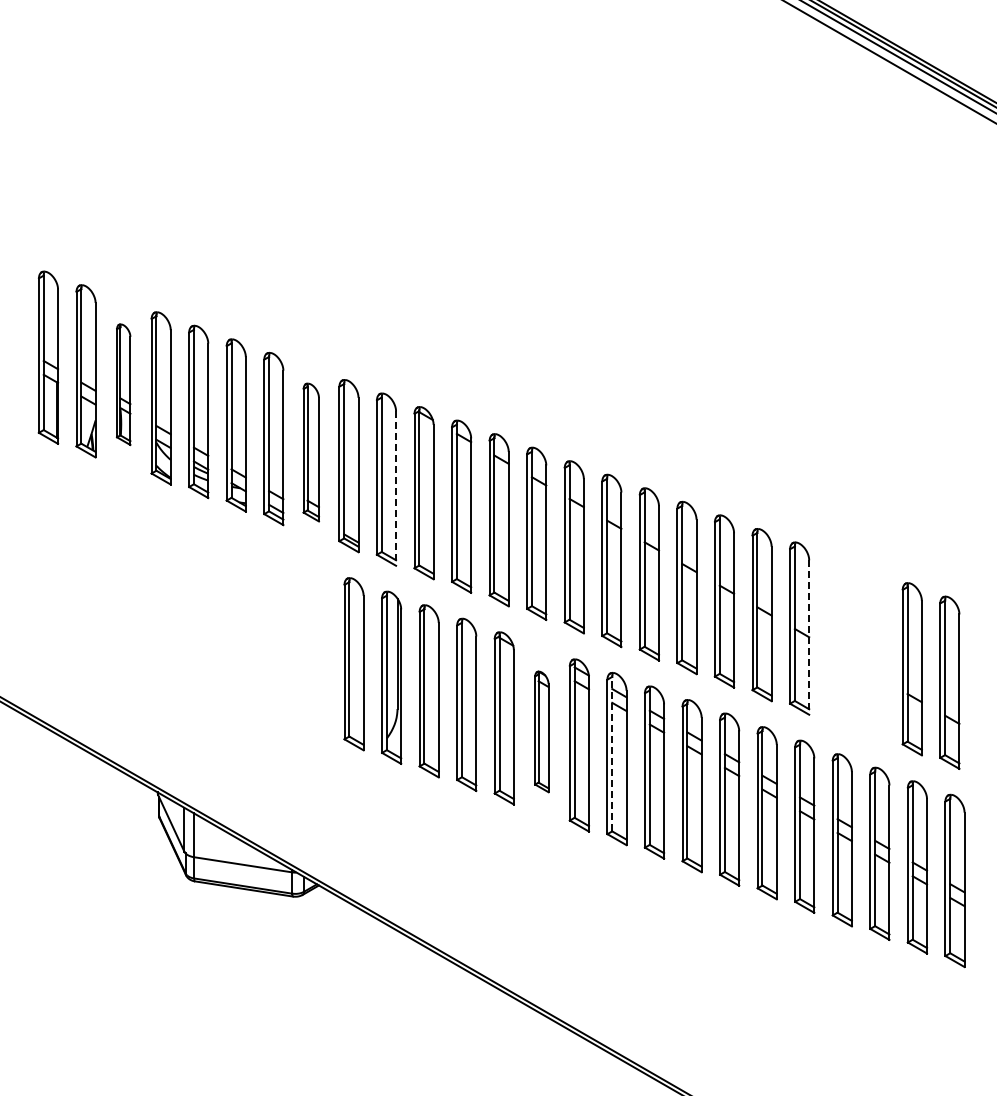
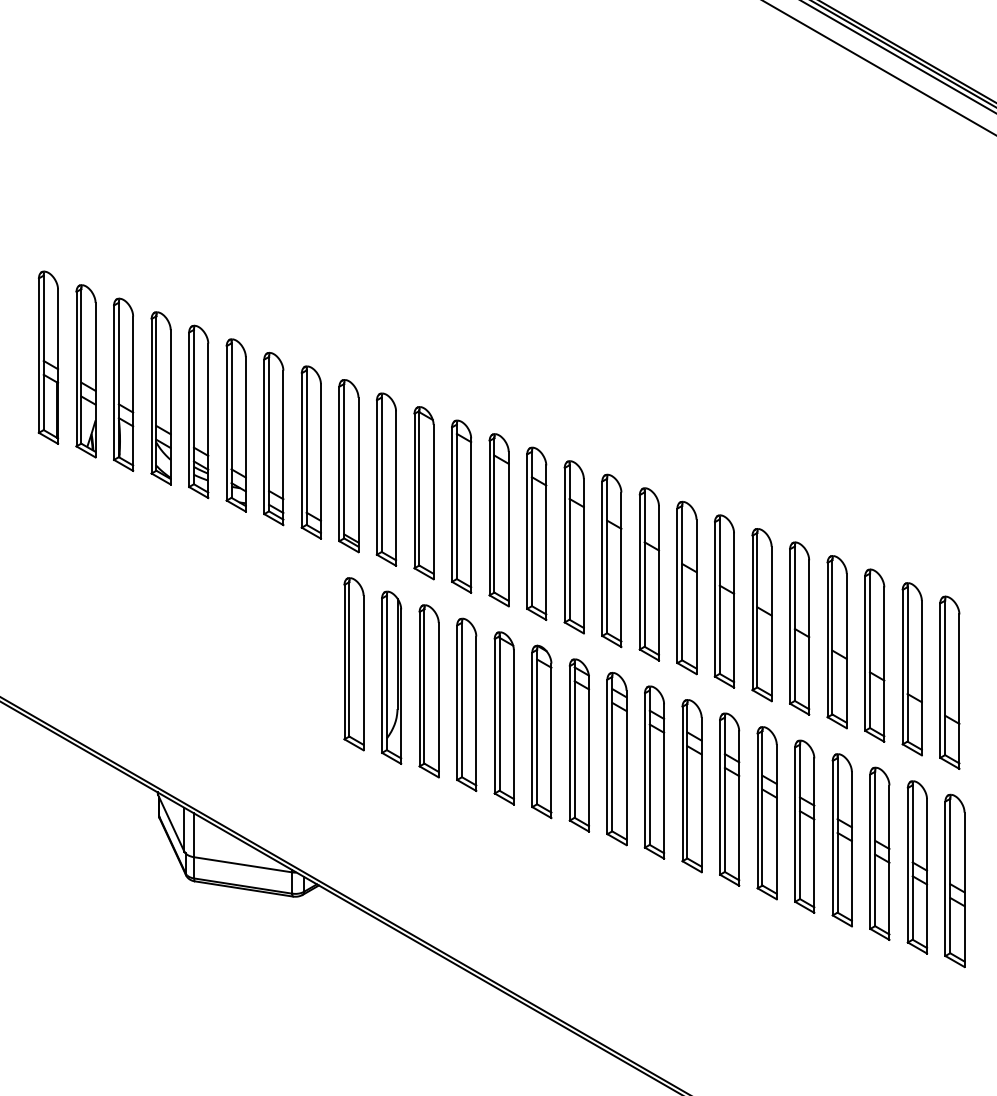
line at (889, 61) position: (889, 61) -> (879, 67)
part at (123, 384) size: 17x124 px -> 22x175 px
part at (310, 452) size: 18x141 px -> 22x175 px
line at (396, 489): dashed -> solid
line at (809, 638): dashed -> solid
part at (836, 642): none -> present
part at (874, 655): none -> present
part at (541, 731) size: 16x124 px -> 22x176 px
line at (612, 753): dashed -> solid
